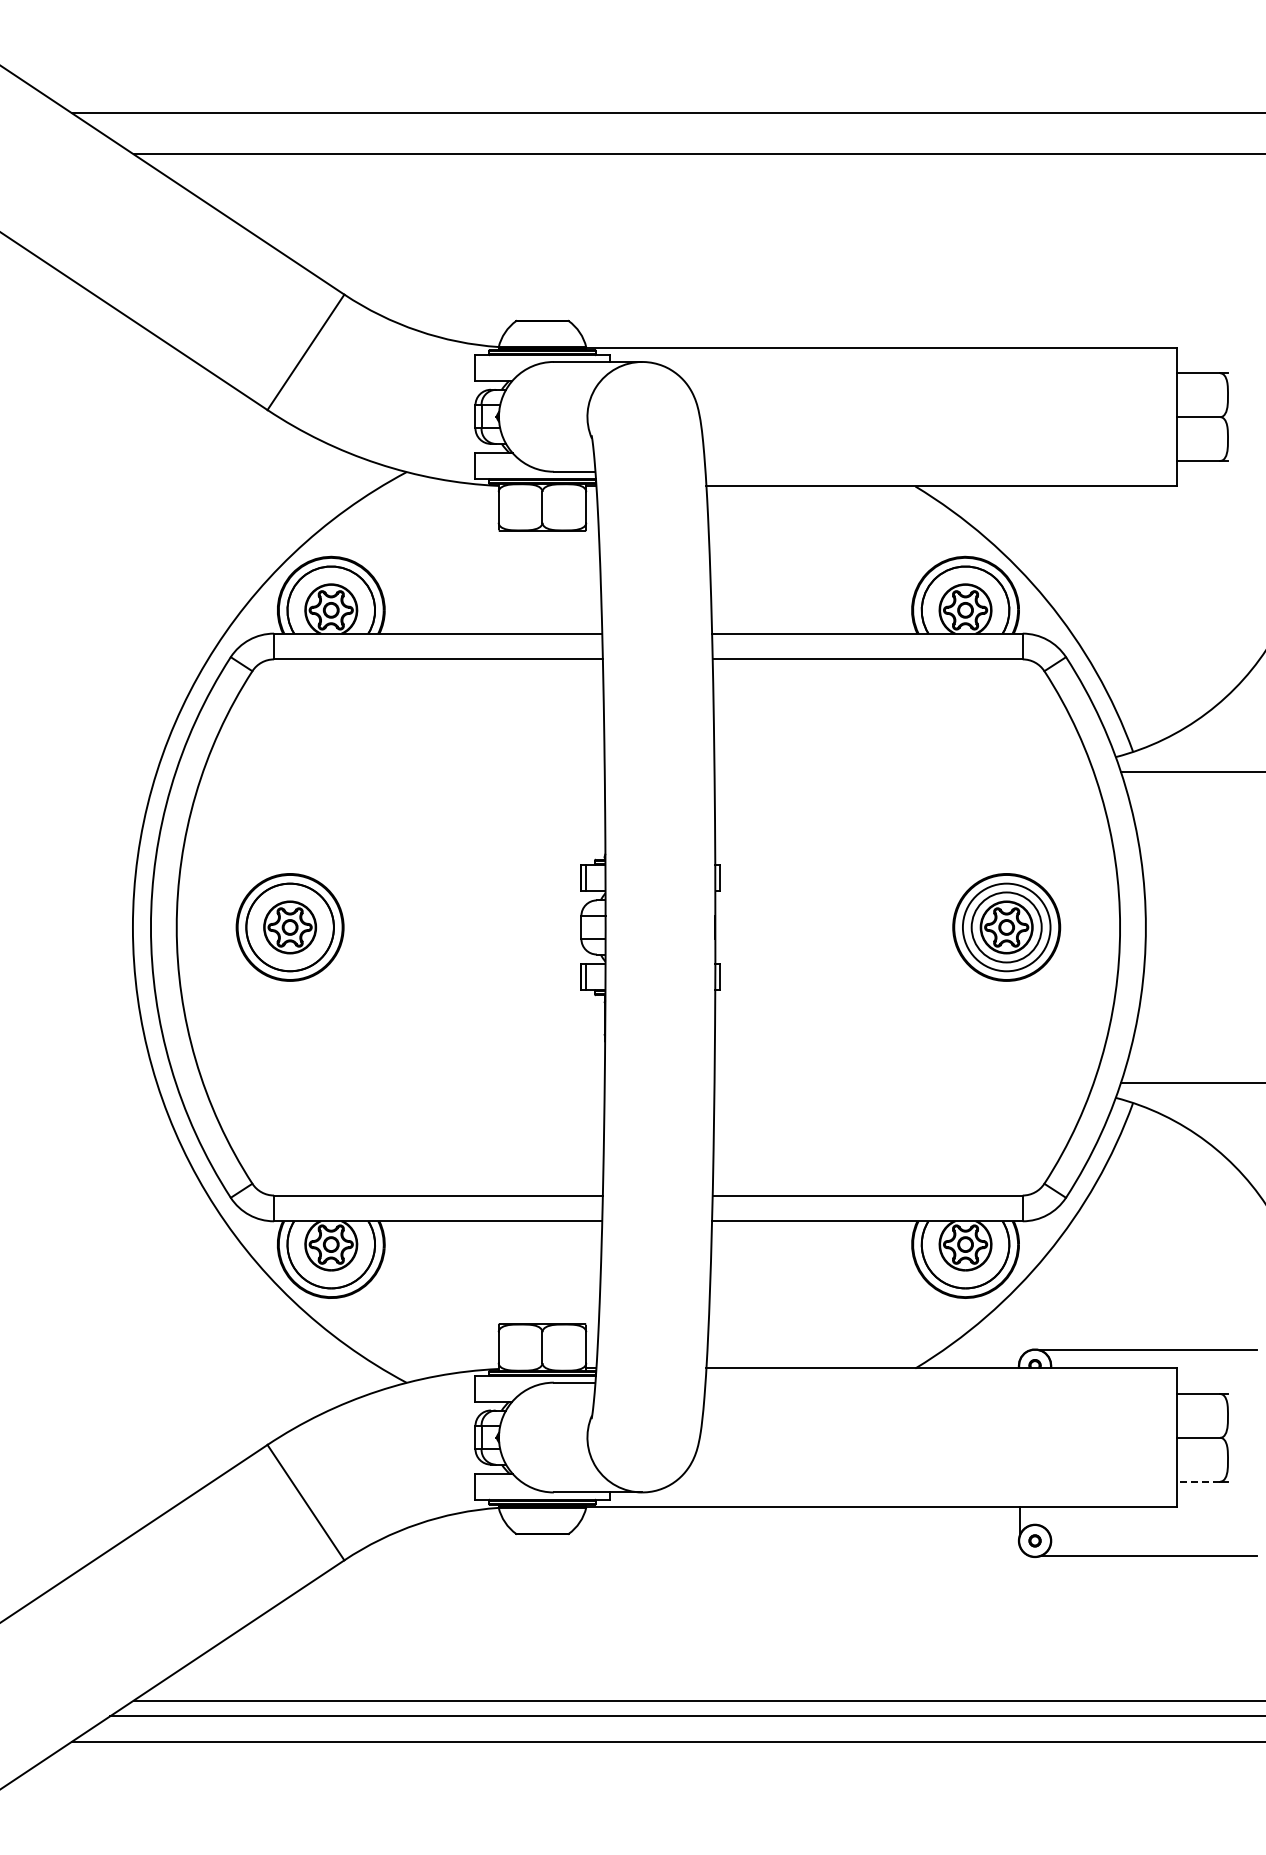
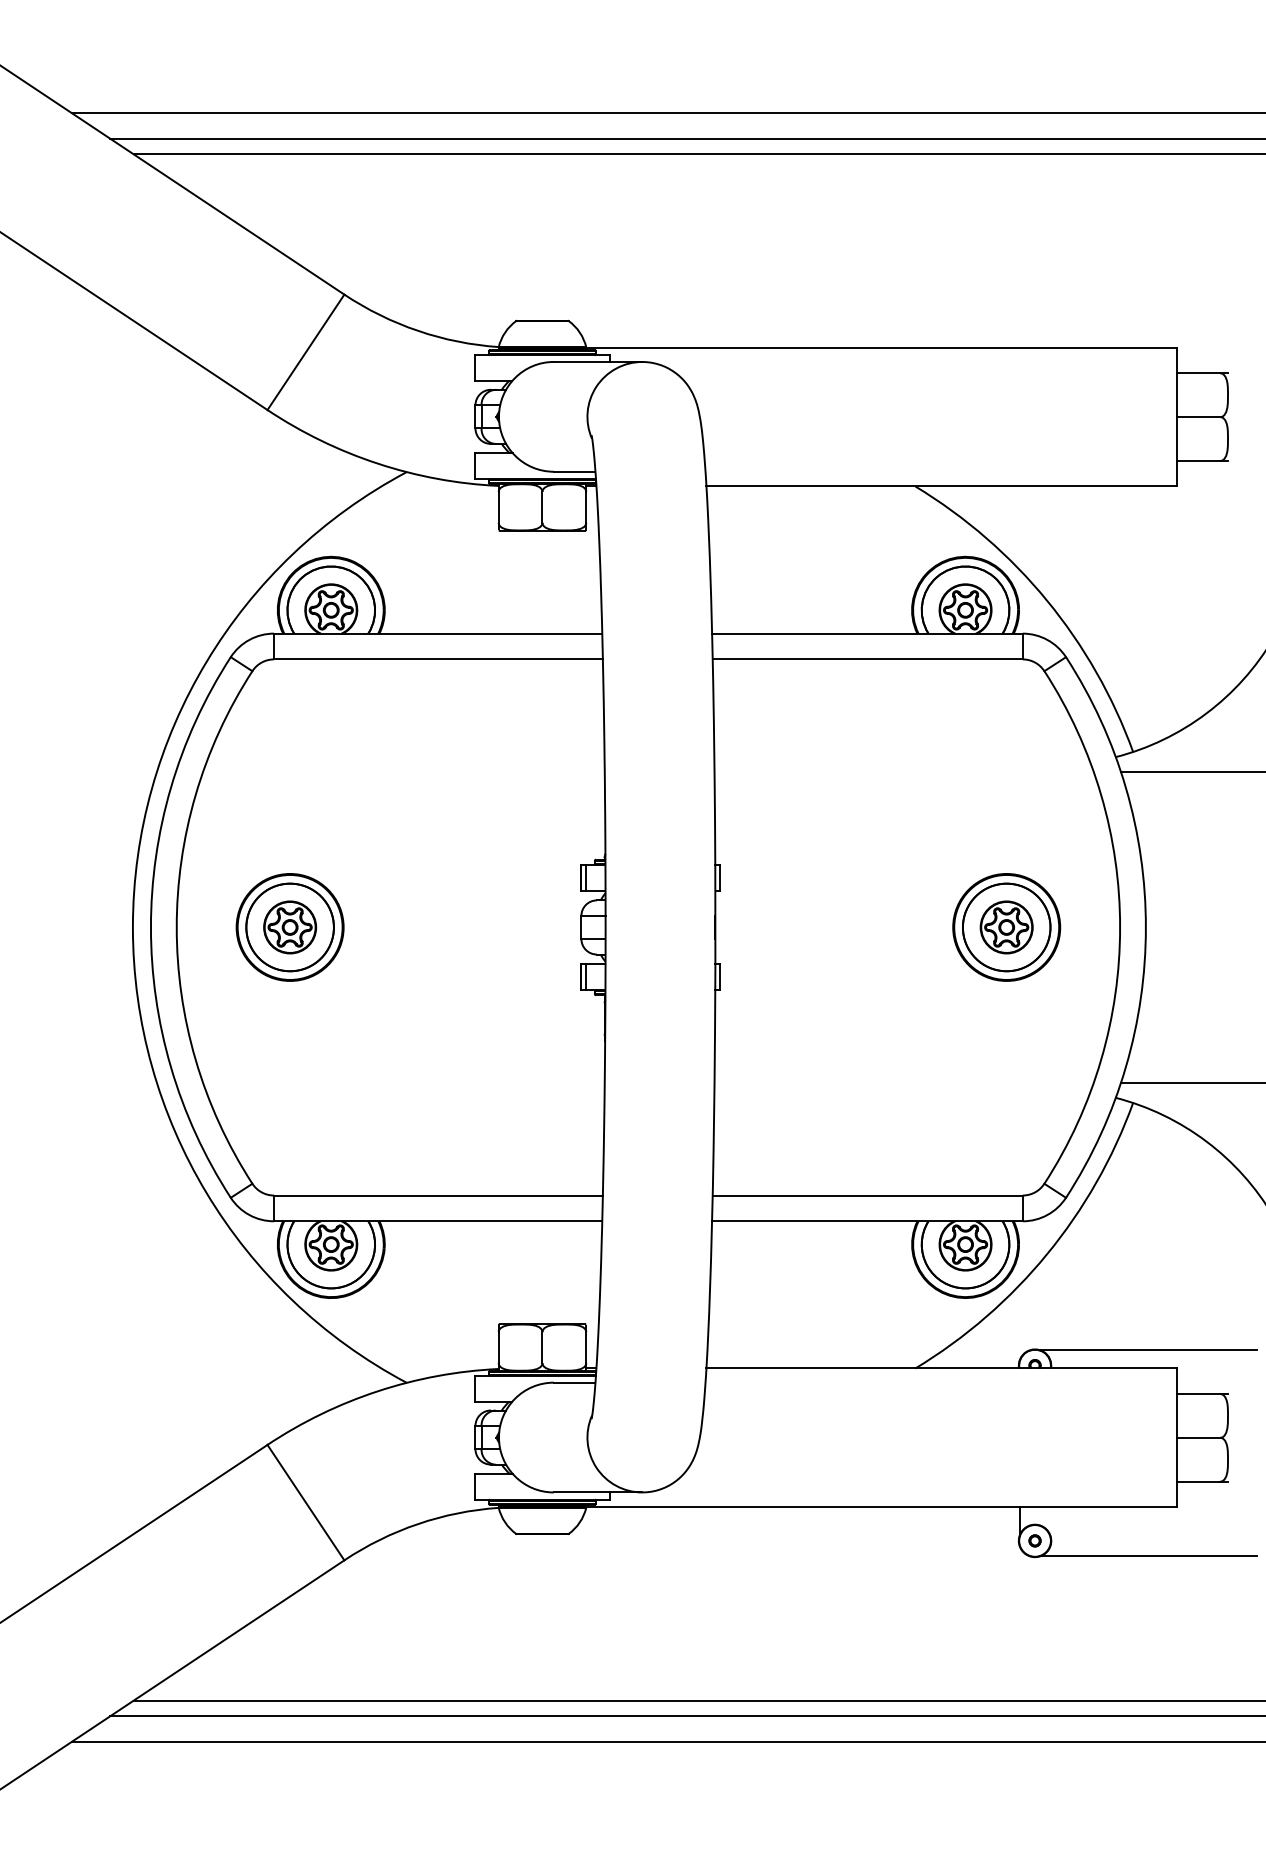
line at (686, 138): none -> present
circle at (1006, 927) diameter: 70 px -> 88 px
line at (1198, 1481): dashed -> solid
